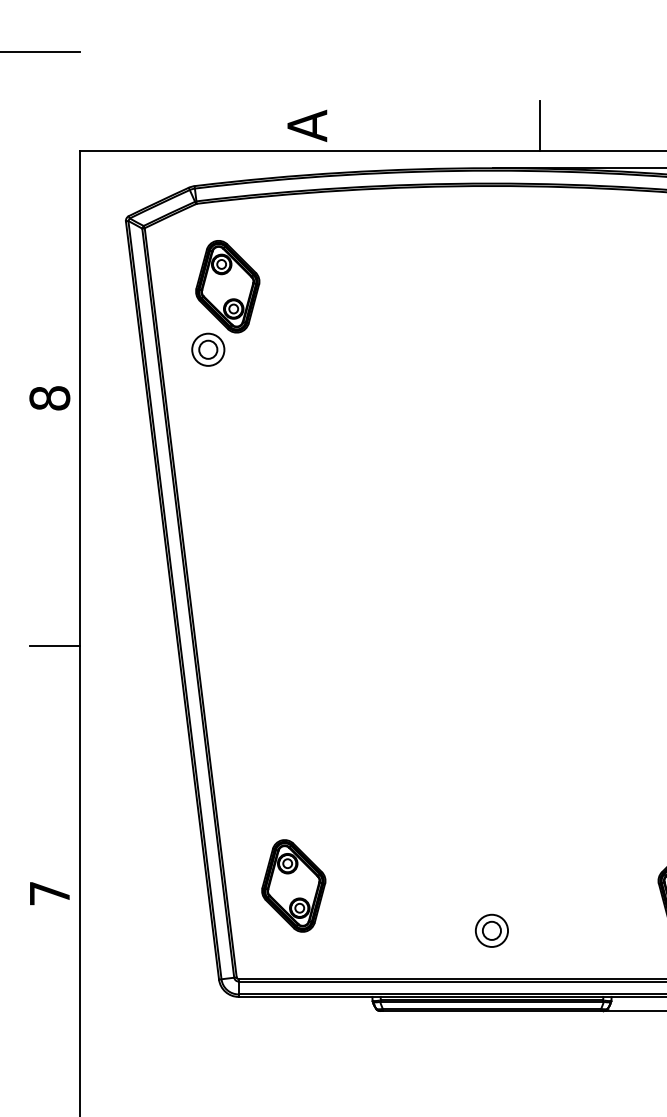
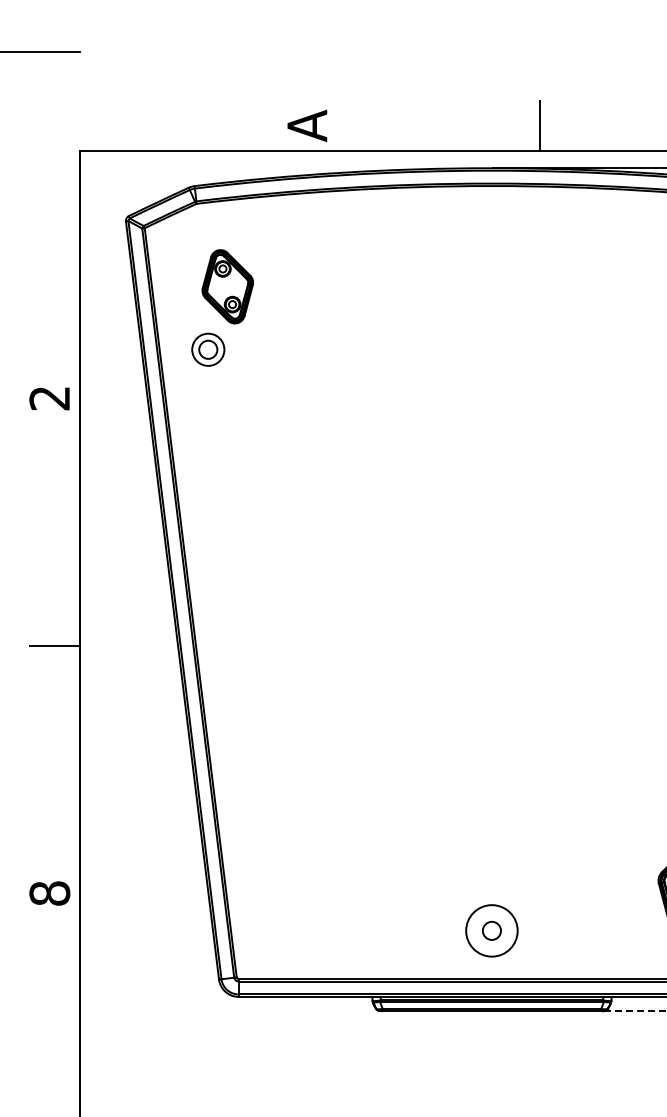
part at (227, 286) size: 66x94 px -> 53x76 px
text at (49, 398): 8 -> 2
part at (293, 885): present -> none
text at (49, 893): 7 -> 8
circle at (491, 930) diameter: 32 px -> 52 px
line at (635, 1010): solid -> dashed
